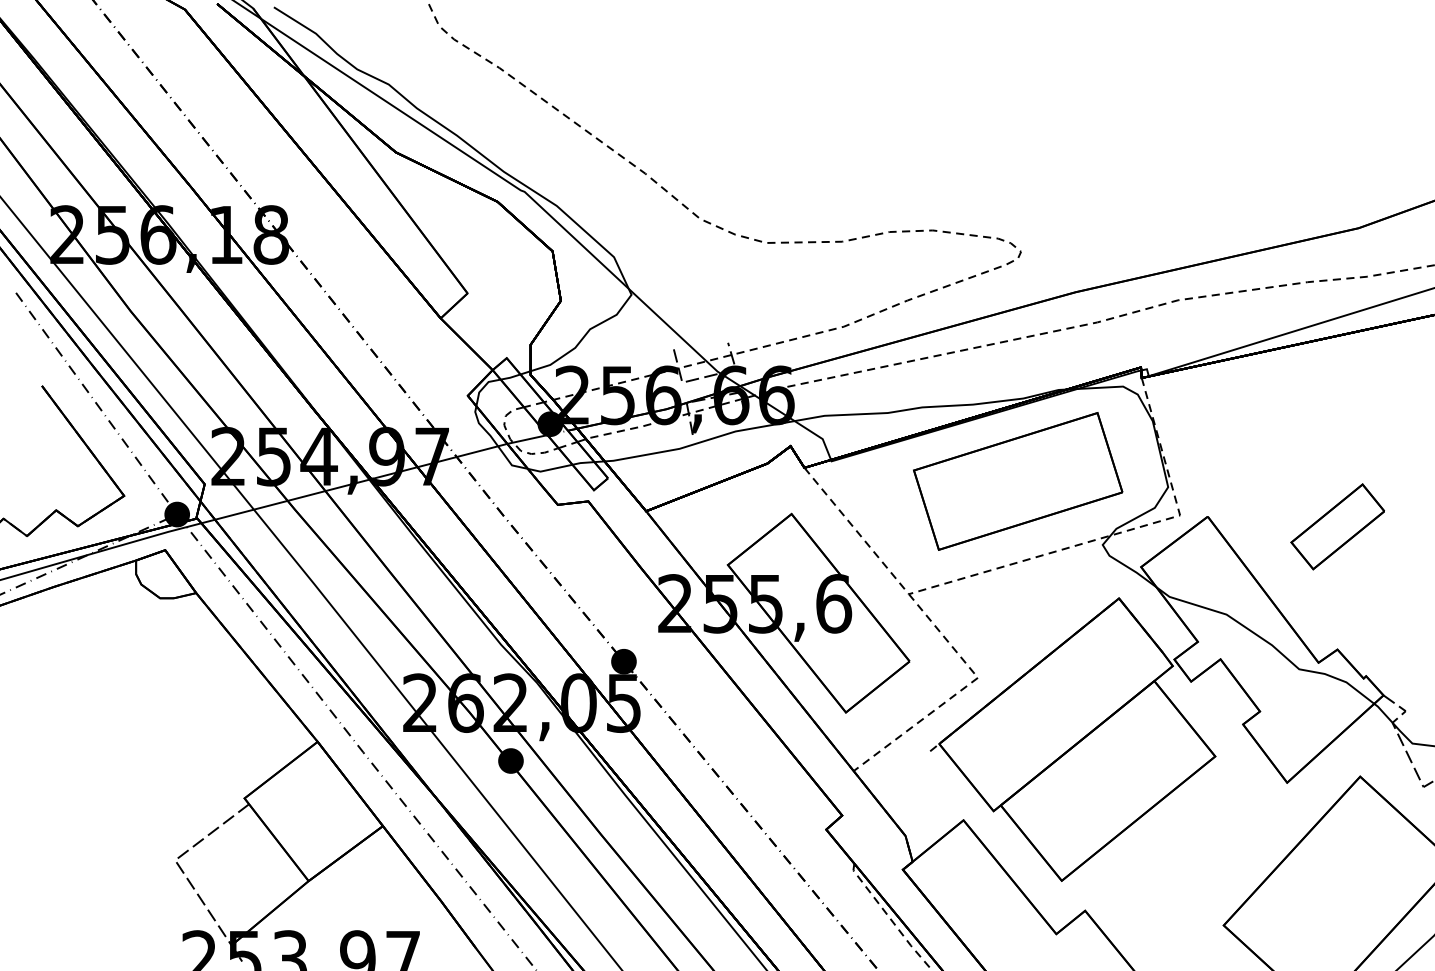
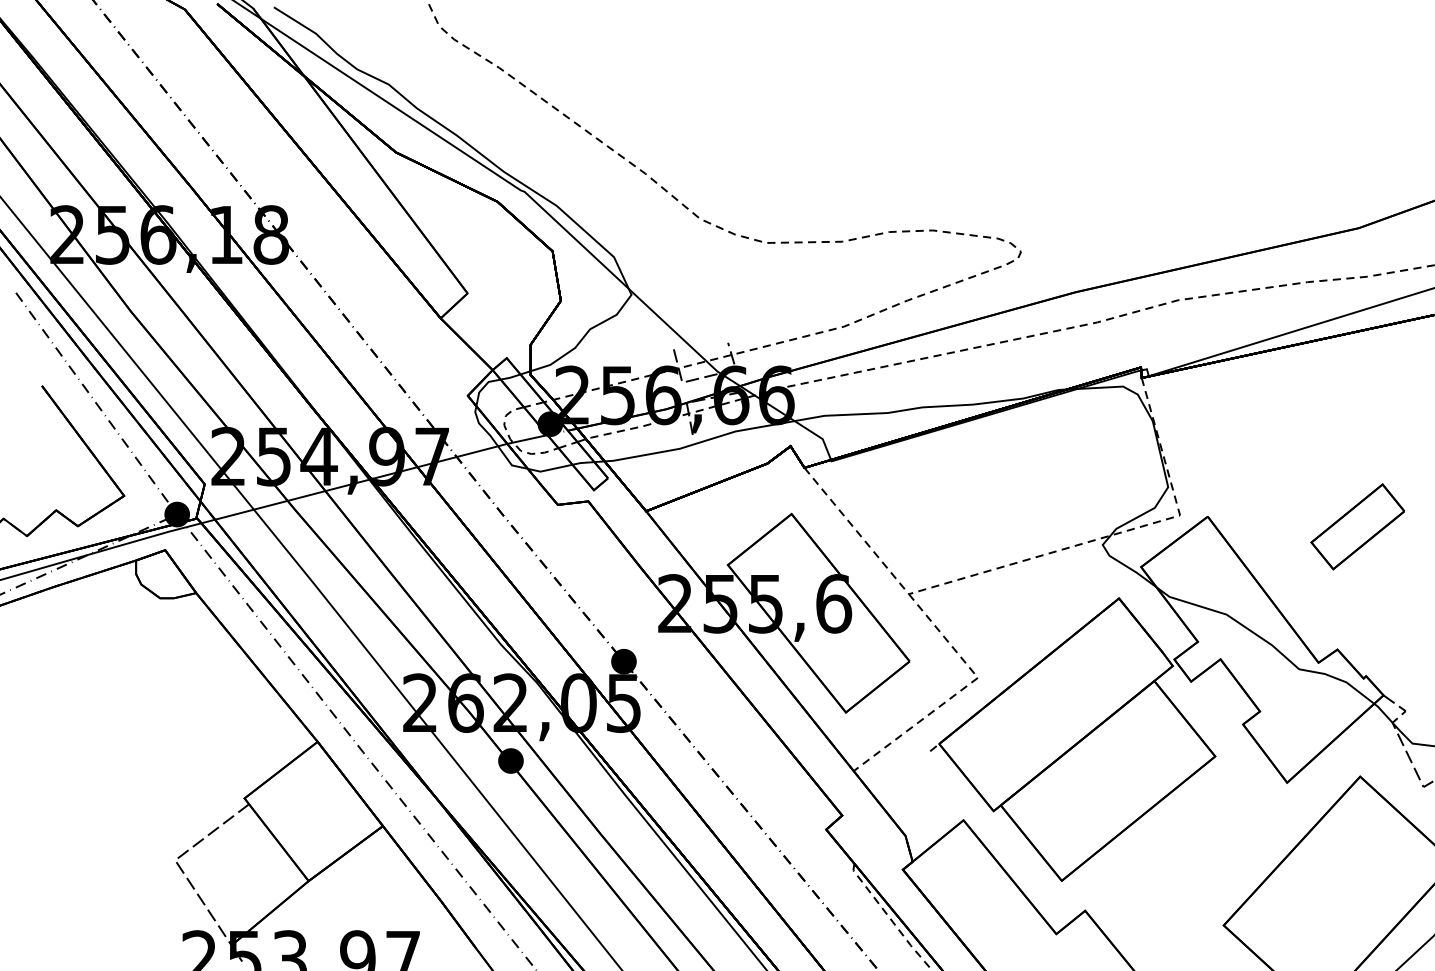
part at (1018, 481): present -> none
part at (1337, 526) position: (1337, 526) -> (1357, 526)
